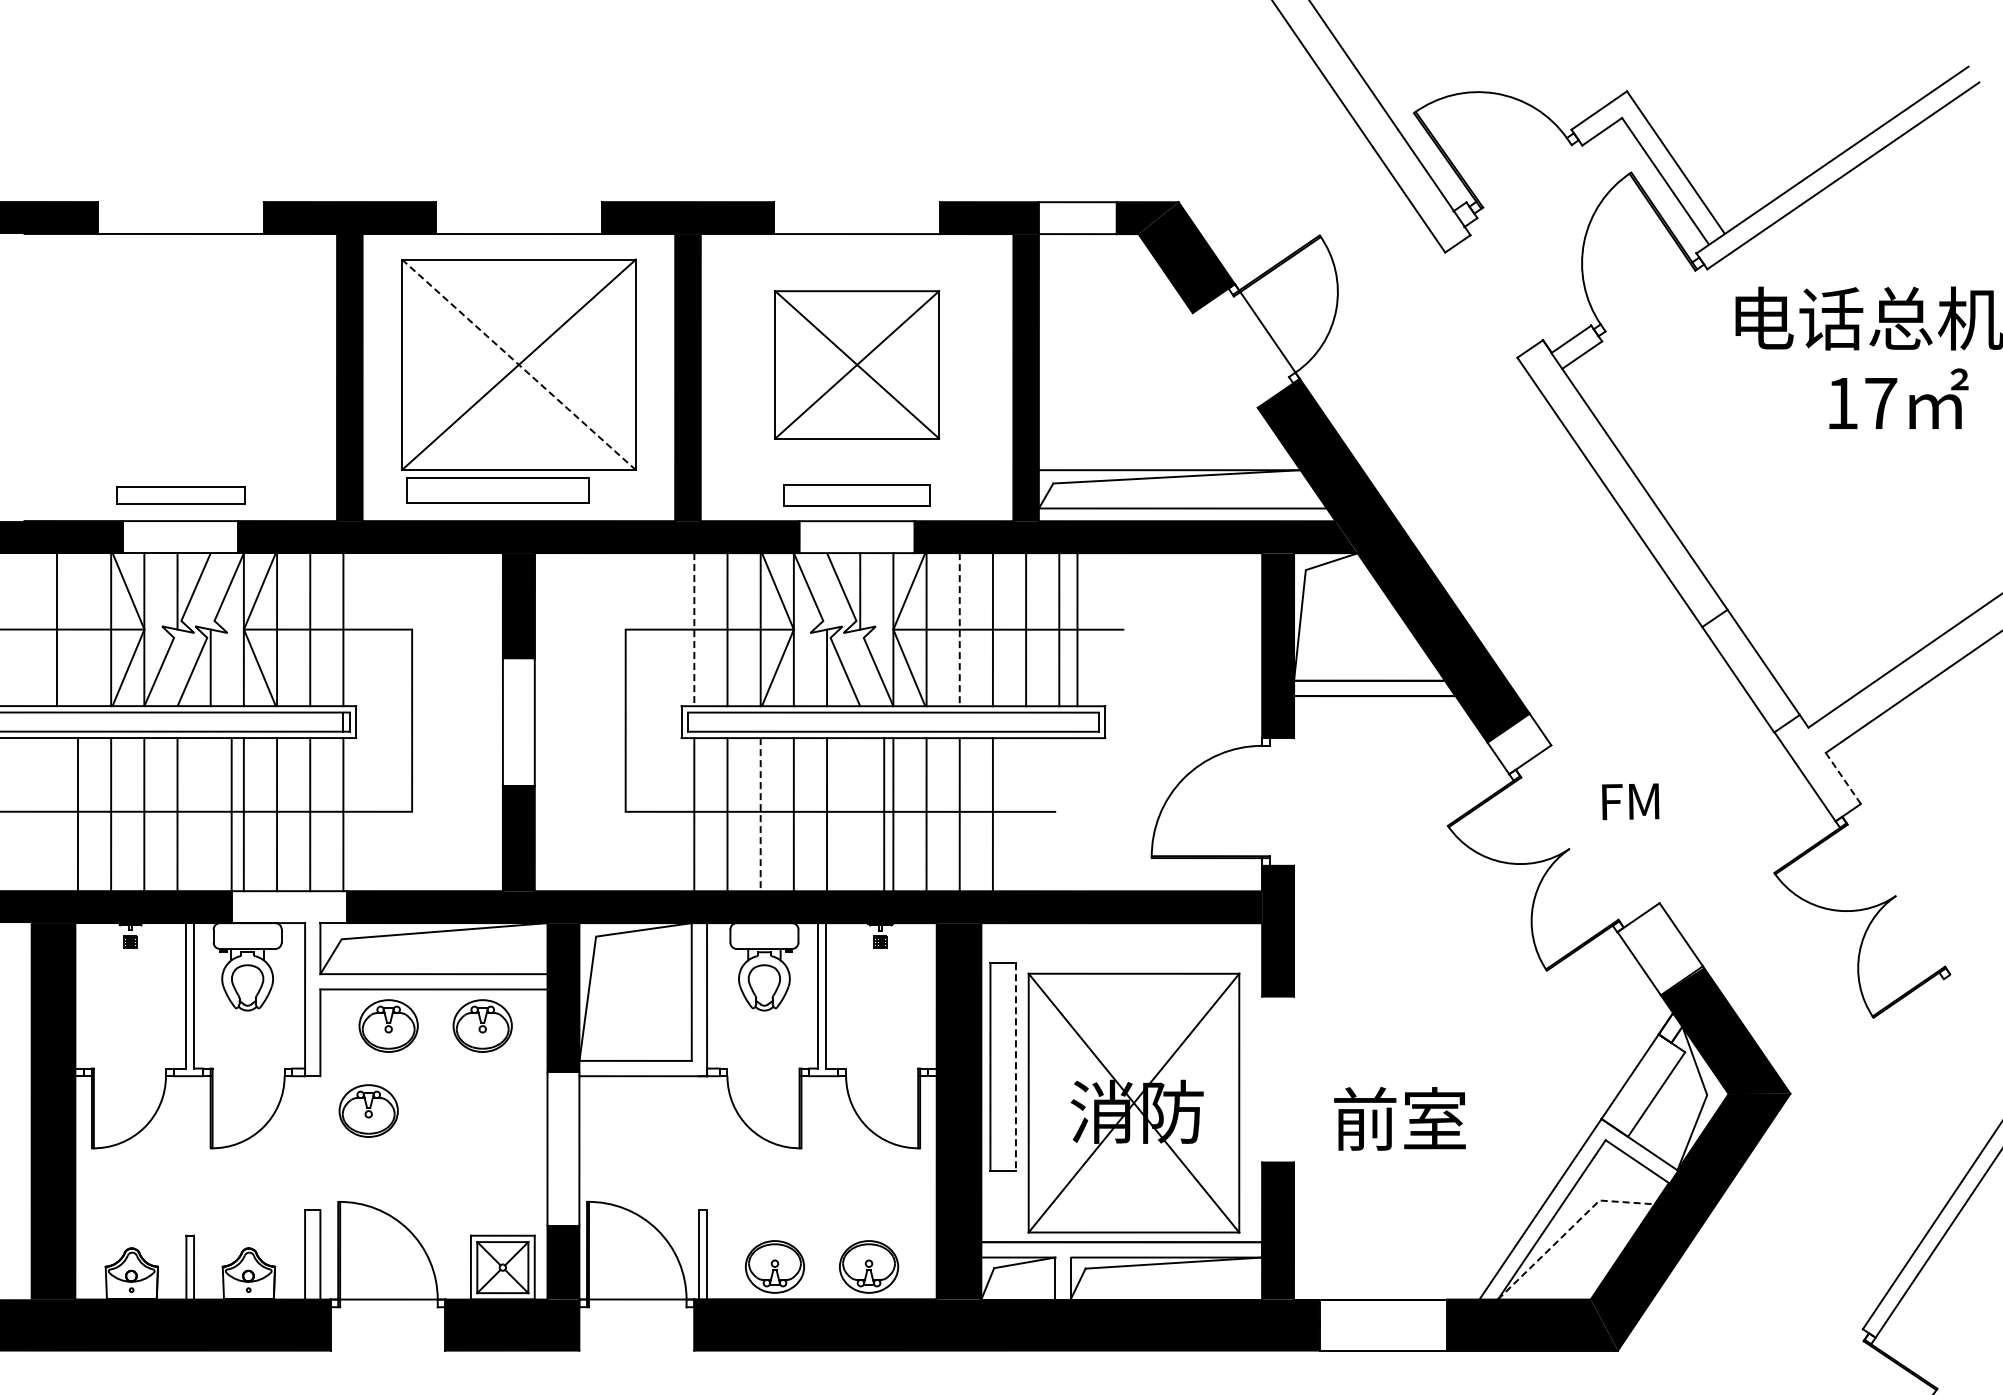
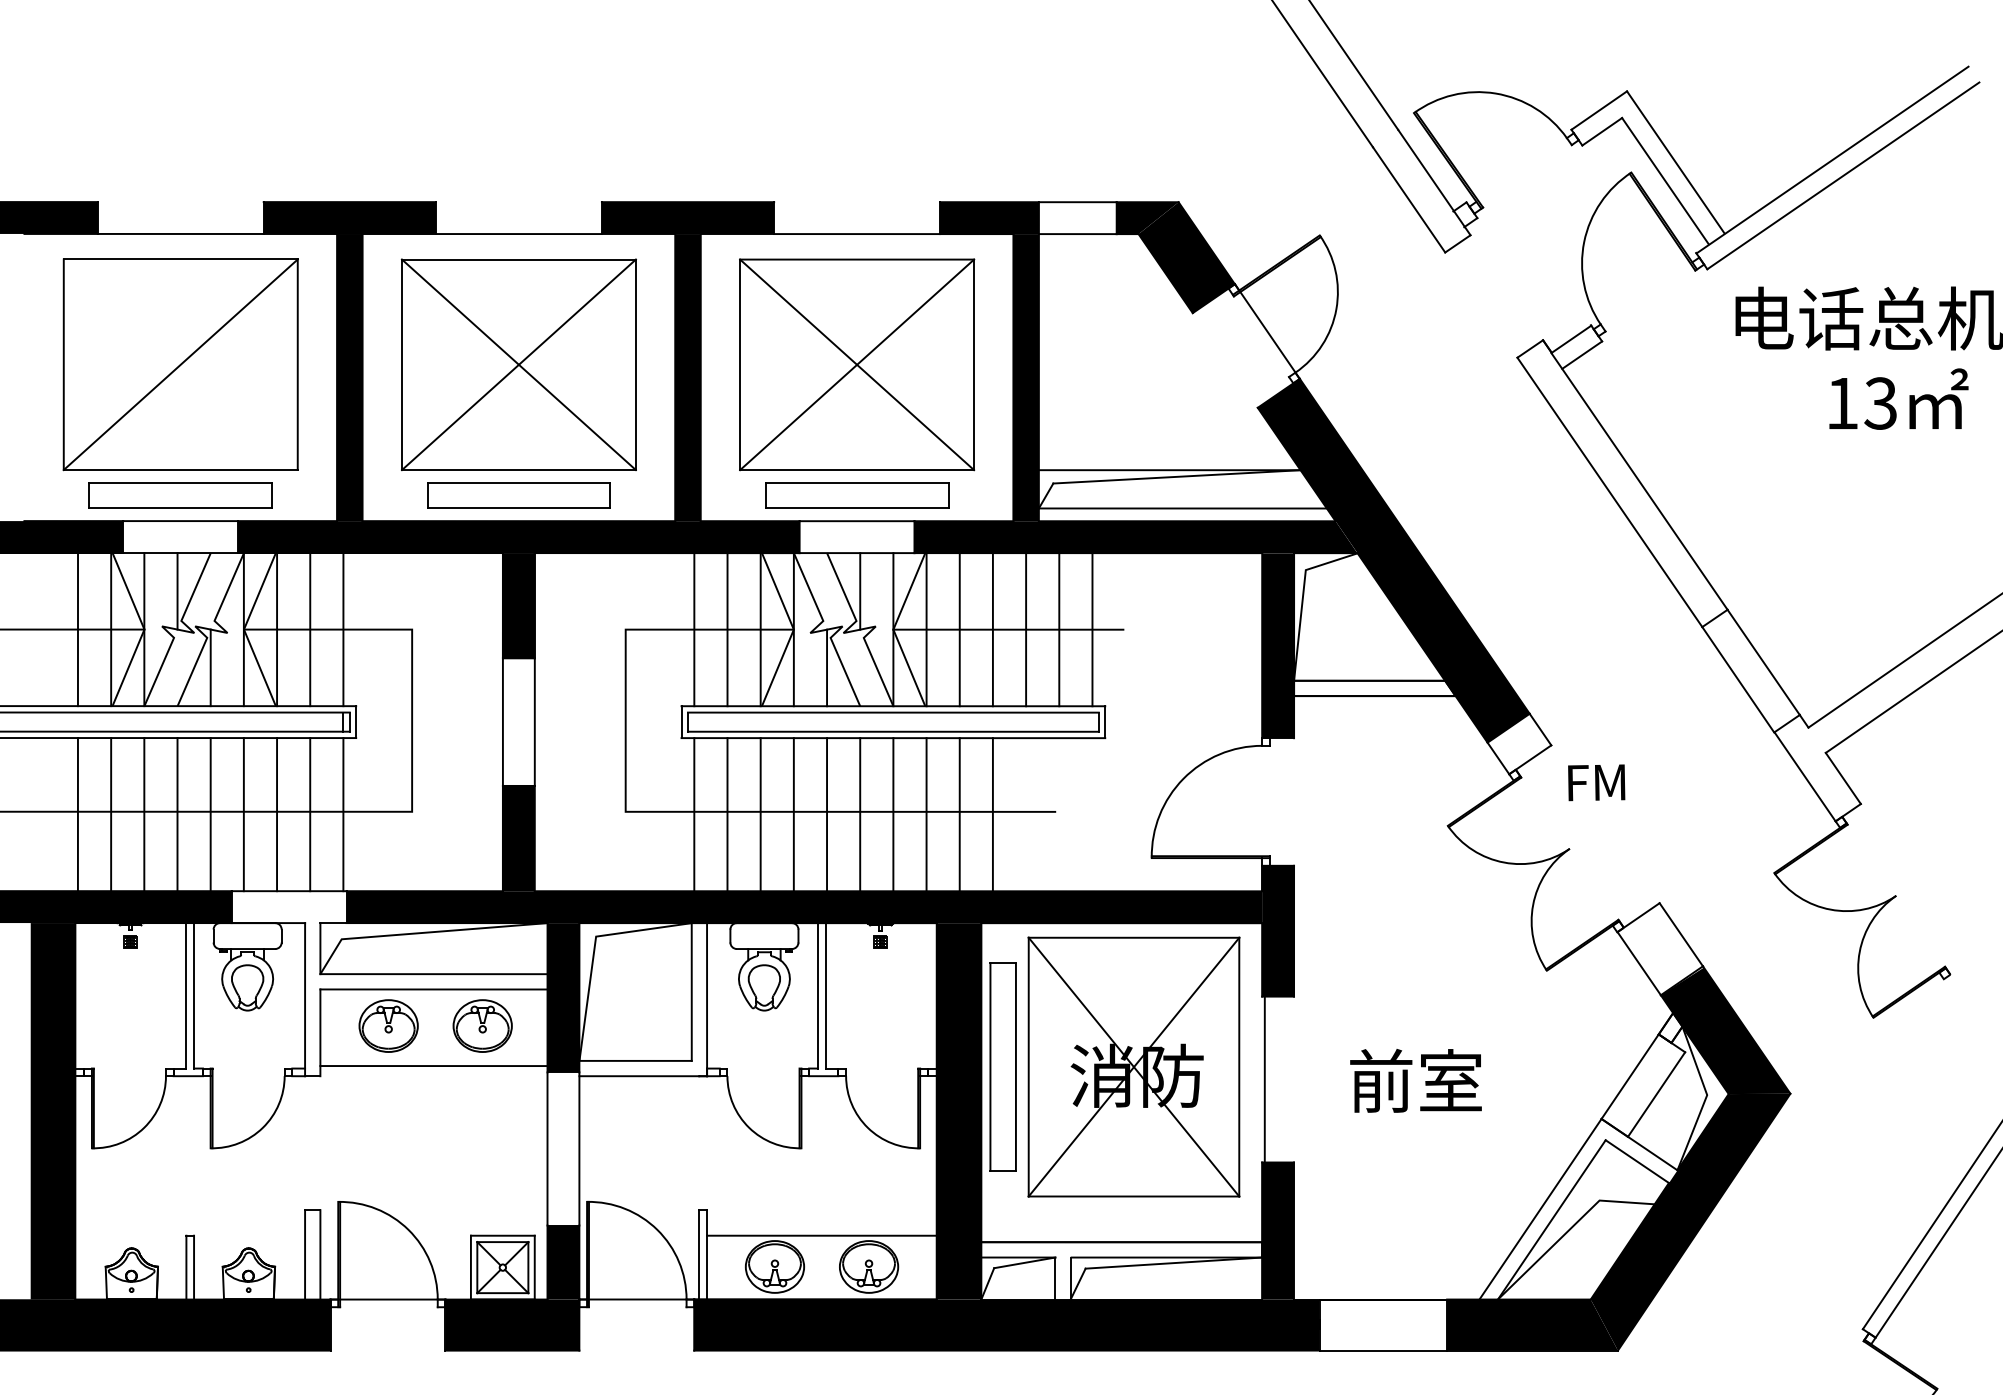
part at (180, 364): none -> present
part at (857, 364) size: 167x150 px -> 237x214 px
line at (519, 365): dashed -> solid
text at (1880, 403): 17 -> 13
part at (497, 490) position: (497, 490) -> (518, 495)
part at (180, 495) size: 130x19 px -> 185x27 px
part at (856, 495) size: 148x23 px -> 185x27 px
line at (56, 629) position: (56, 629) -> (77, 629)
line at (694, 629): dashed -> solid
line at (959, 629): dashed -> solid
line at (1077, 629) position: (1077, 629) -> (1092, 629)
line at (1843, 778): dashed -> solid
text at (1630, 801) position: (1630, 801) -> (1596, 782)
line at (231, 814) position: (231, 814) -> (210, 814)
line at (760, 814): dashed -> solid
line at (884, 814) position: (884, 814) -> (860, 814)
line at (433, 1066): none -> present
line at (1015, 1067): dashed -> solid
line at (1264, 1079): none -> present
part at (1133, 1102) position: (1133, 1102) -> (1133, 1066)
part at (368, 1110): present -> none
text at (1399, 1118) position: (1399, 1118) -> (1415, 1080)
line at (1568, 1230): dashed -> solid
line at (821, 1235): none -> present
